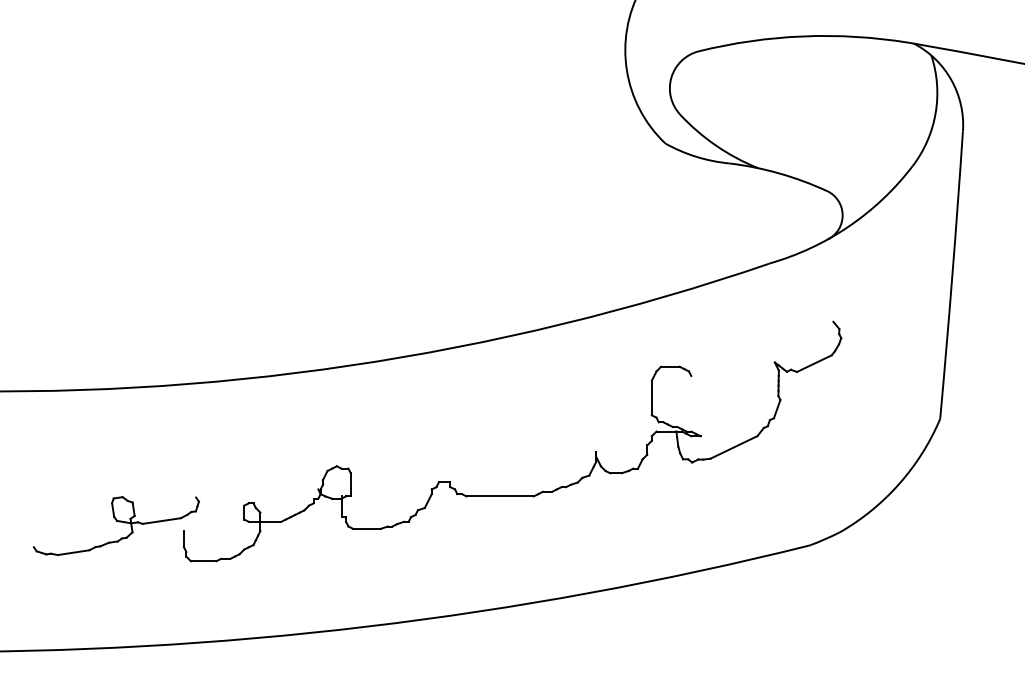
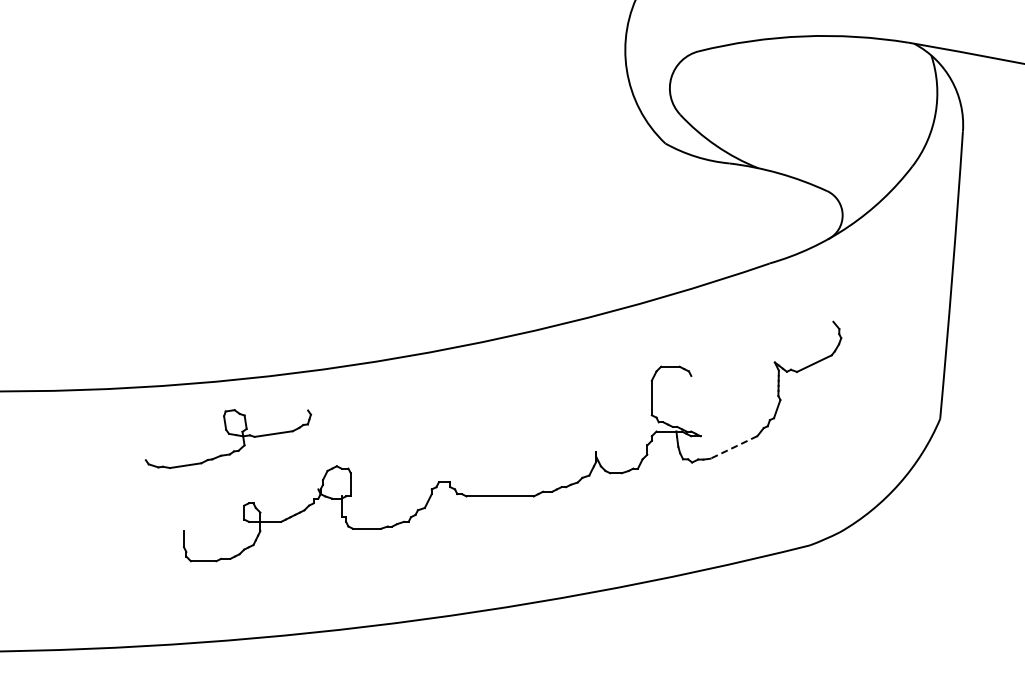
line at (733, 447): solid -> dashed
part at (116, 525) position: (116, 525) -> (228, 438)
